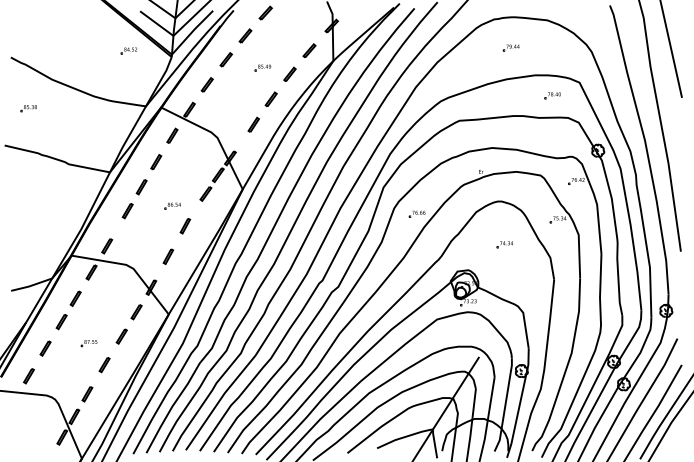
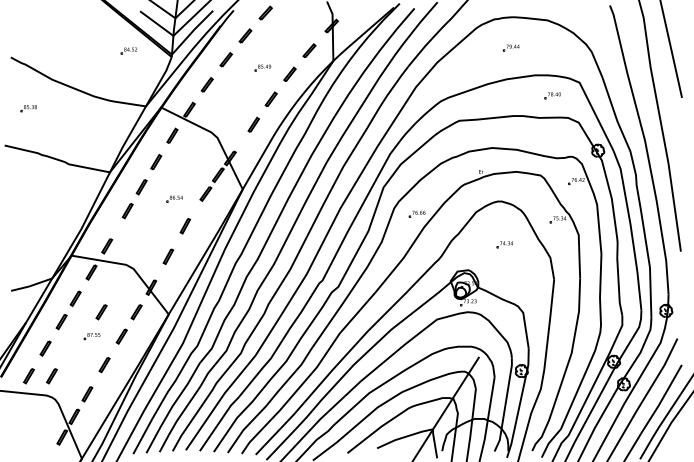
part at (172, 205) position: (172, 205) -> (174, 198)
part at (101, 312): none -> present
part at (88, 343) position: (88, 343) -> (91, 336)
part at (51, 376): none -> present
